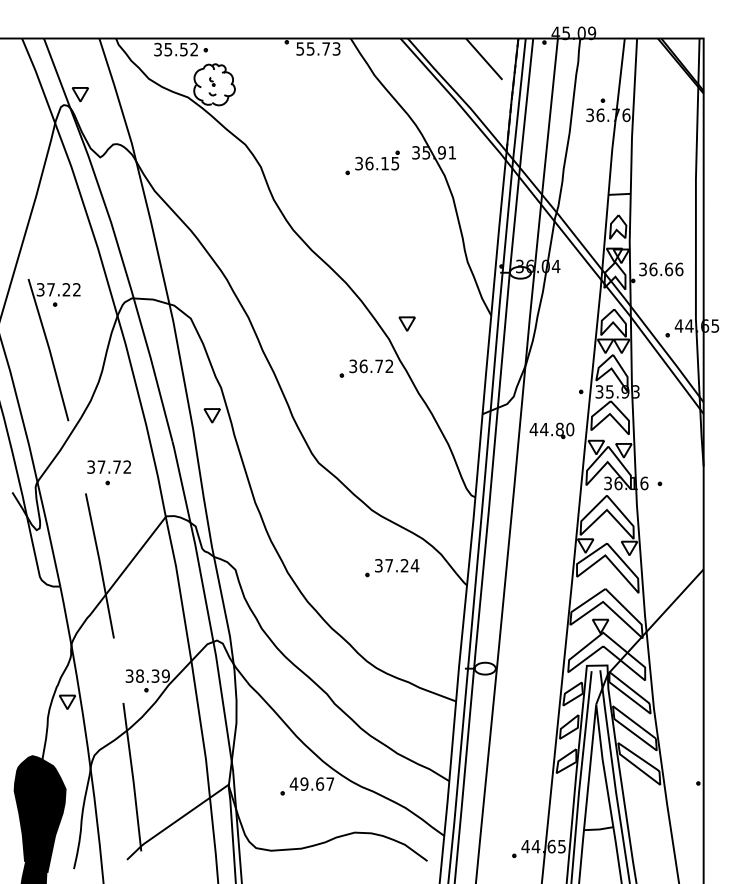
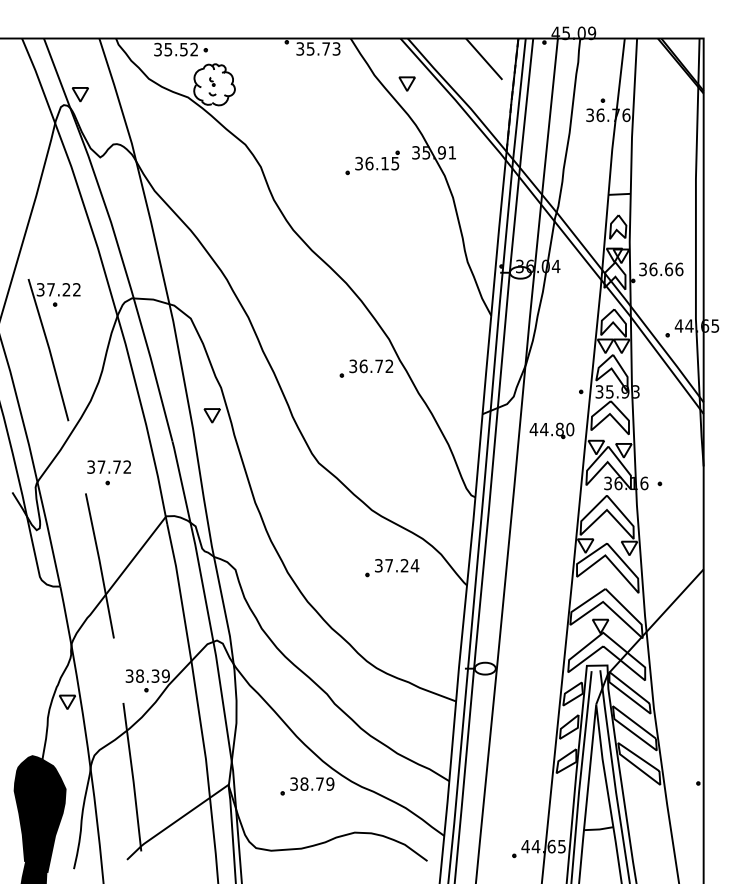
text at (300, 48): 55.73 -> 35.73
part at (406, 323) position: (406, 323) -> (406, 83)
text at (311, 783): 49.67 -> 38.79
